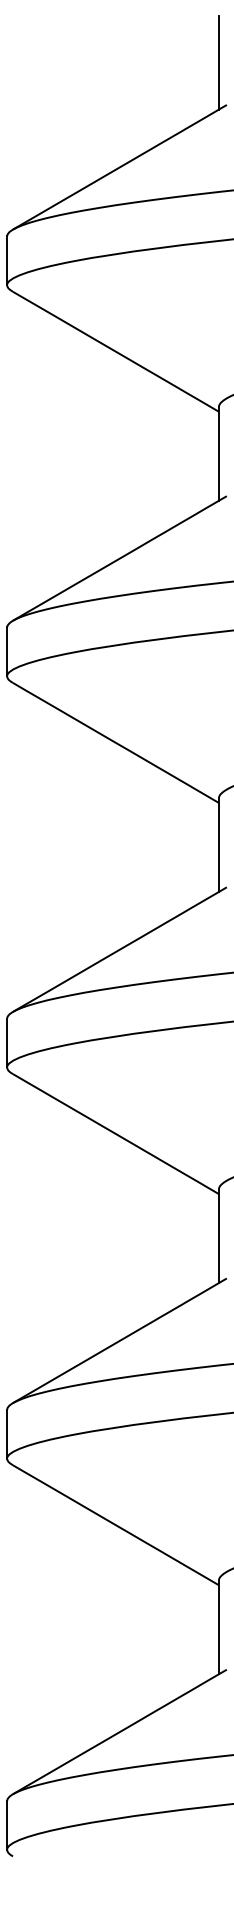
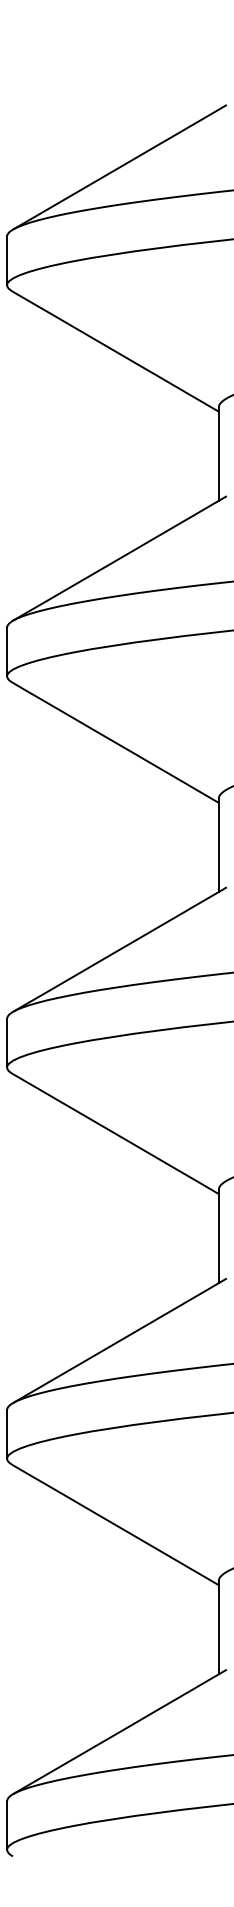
line at (218, 62): present -> none
